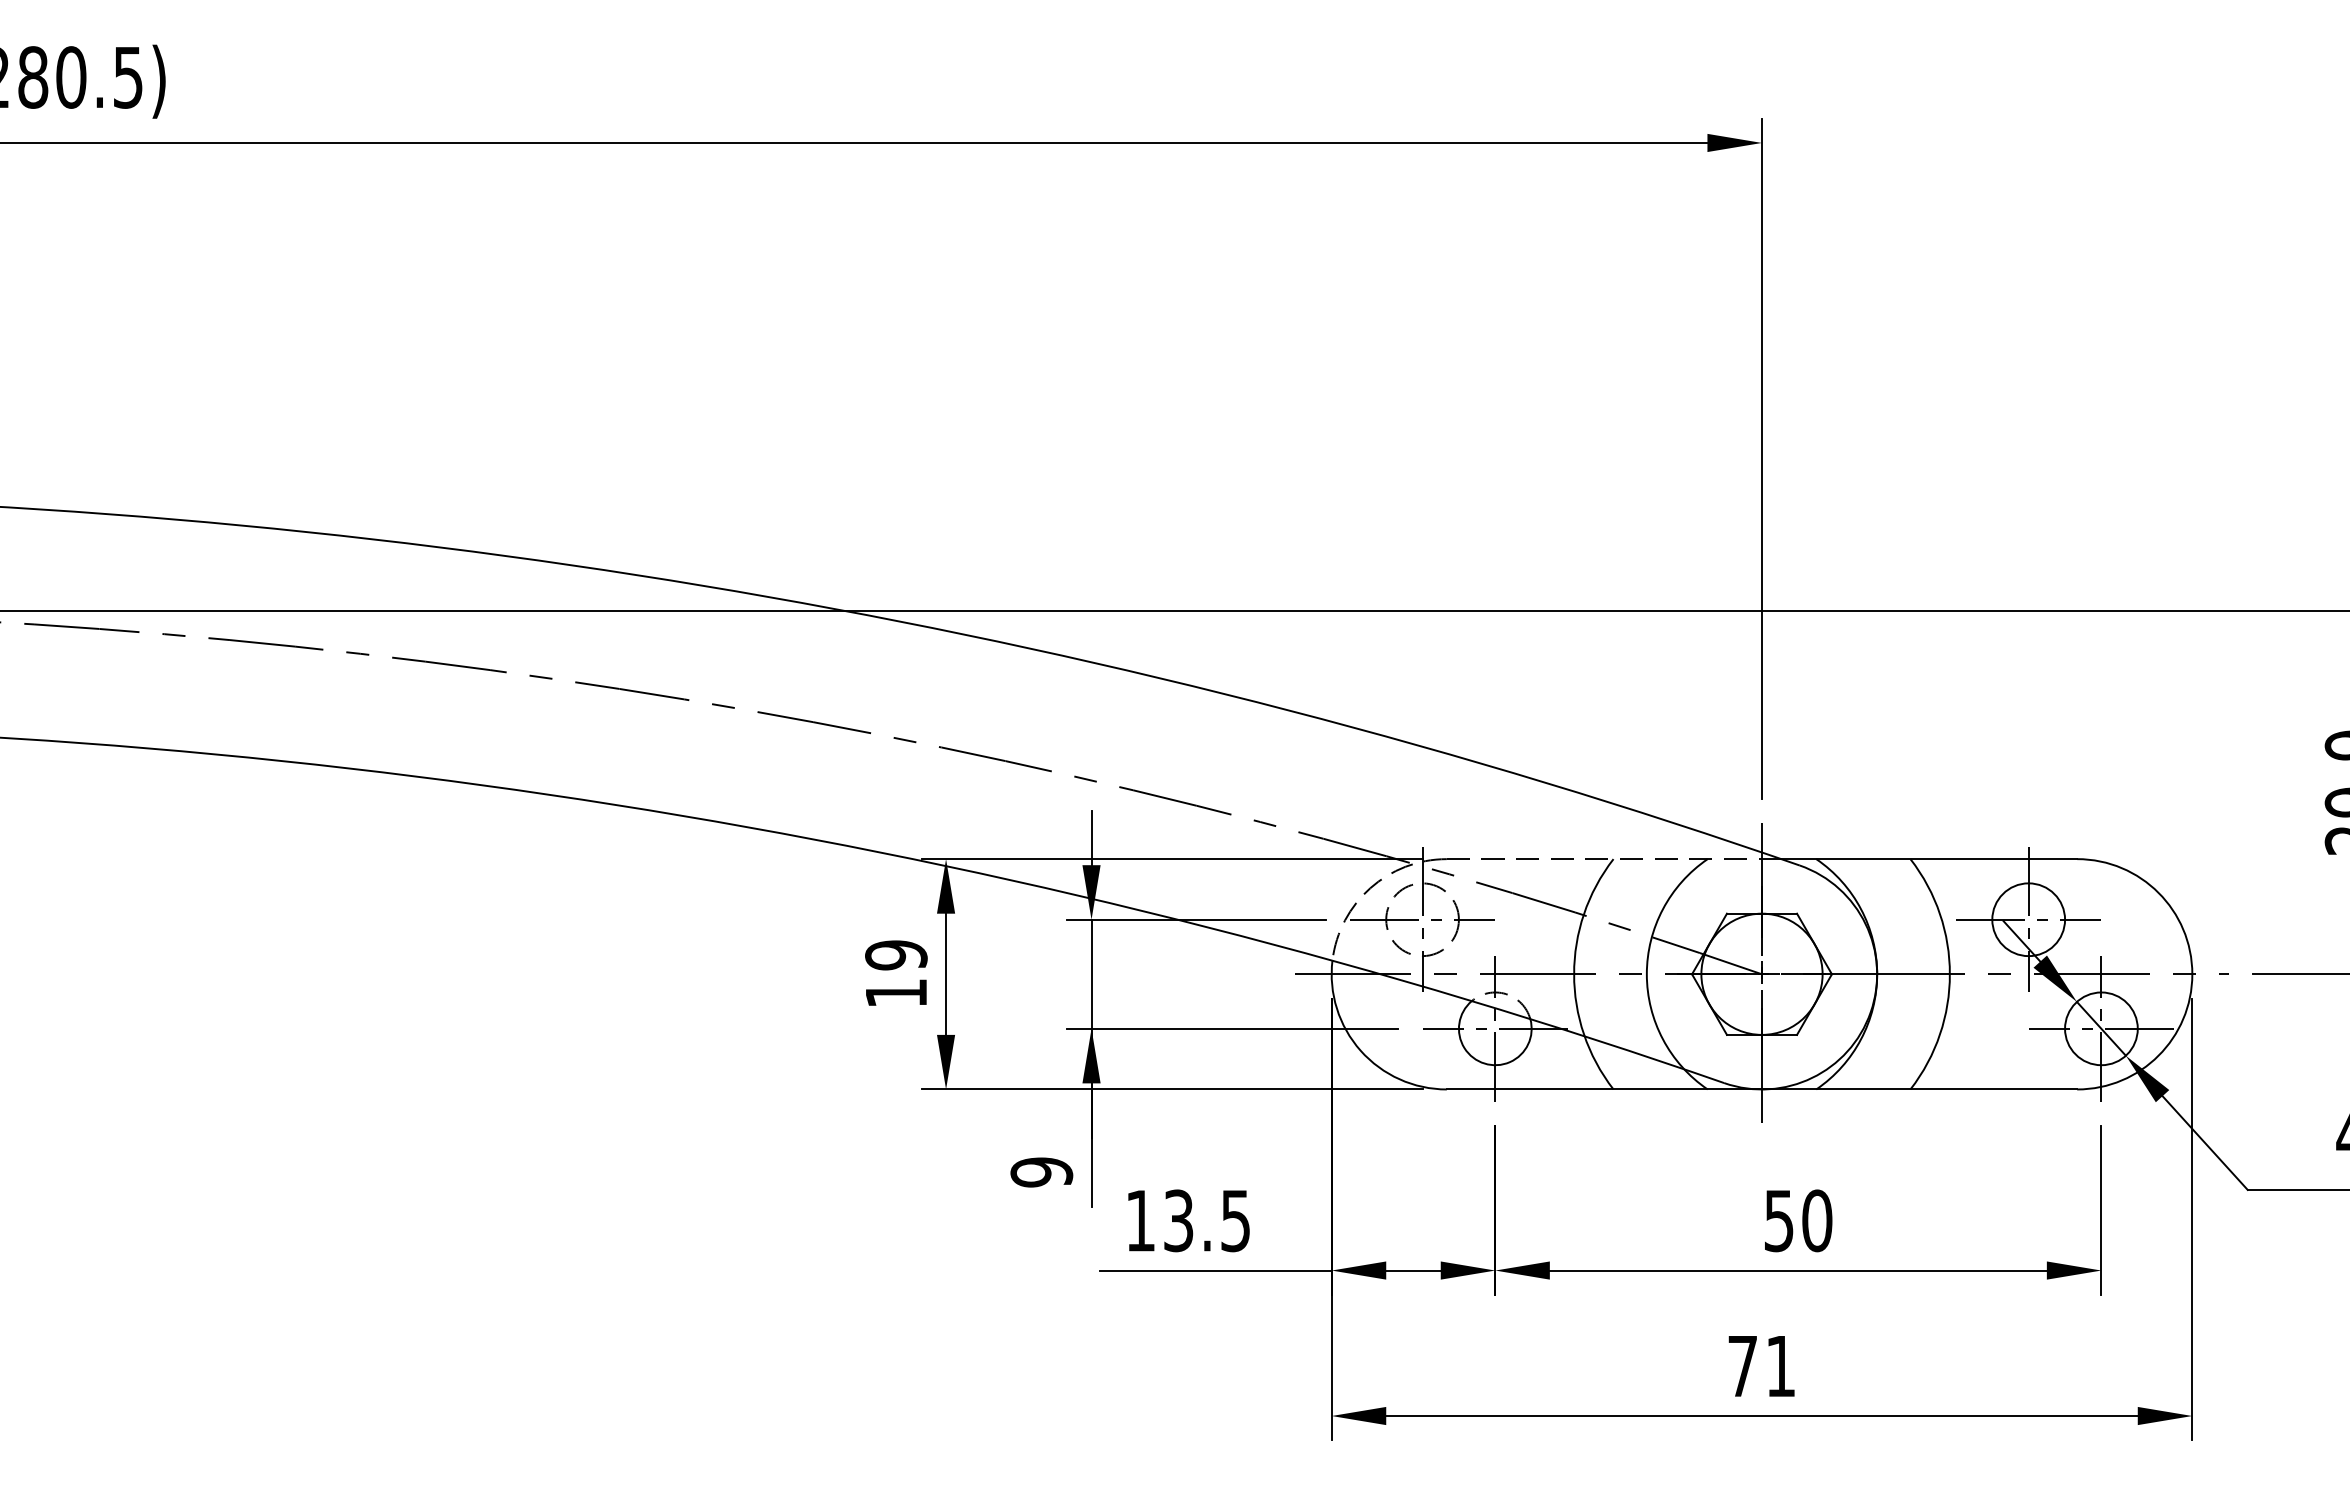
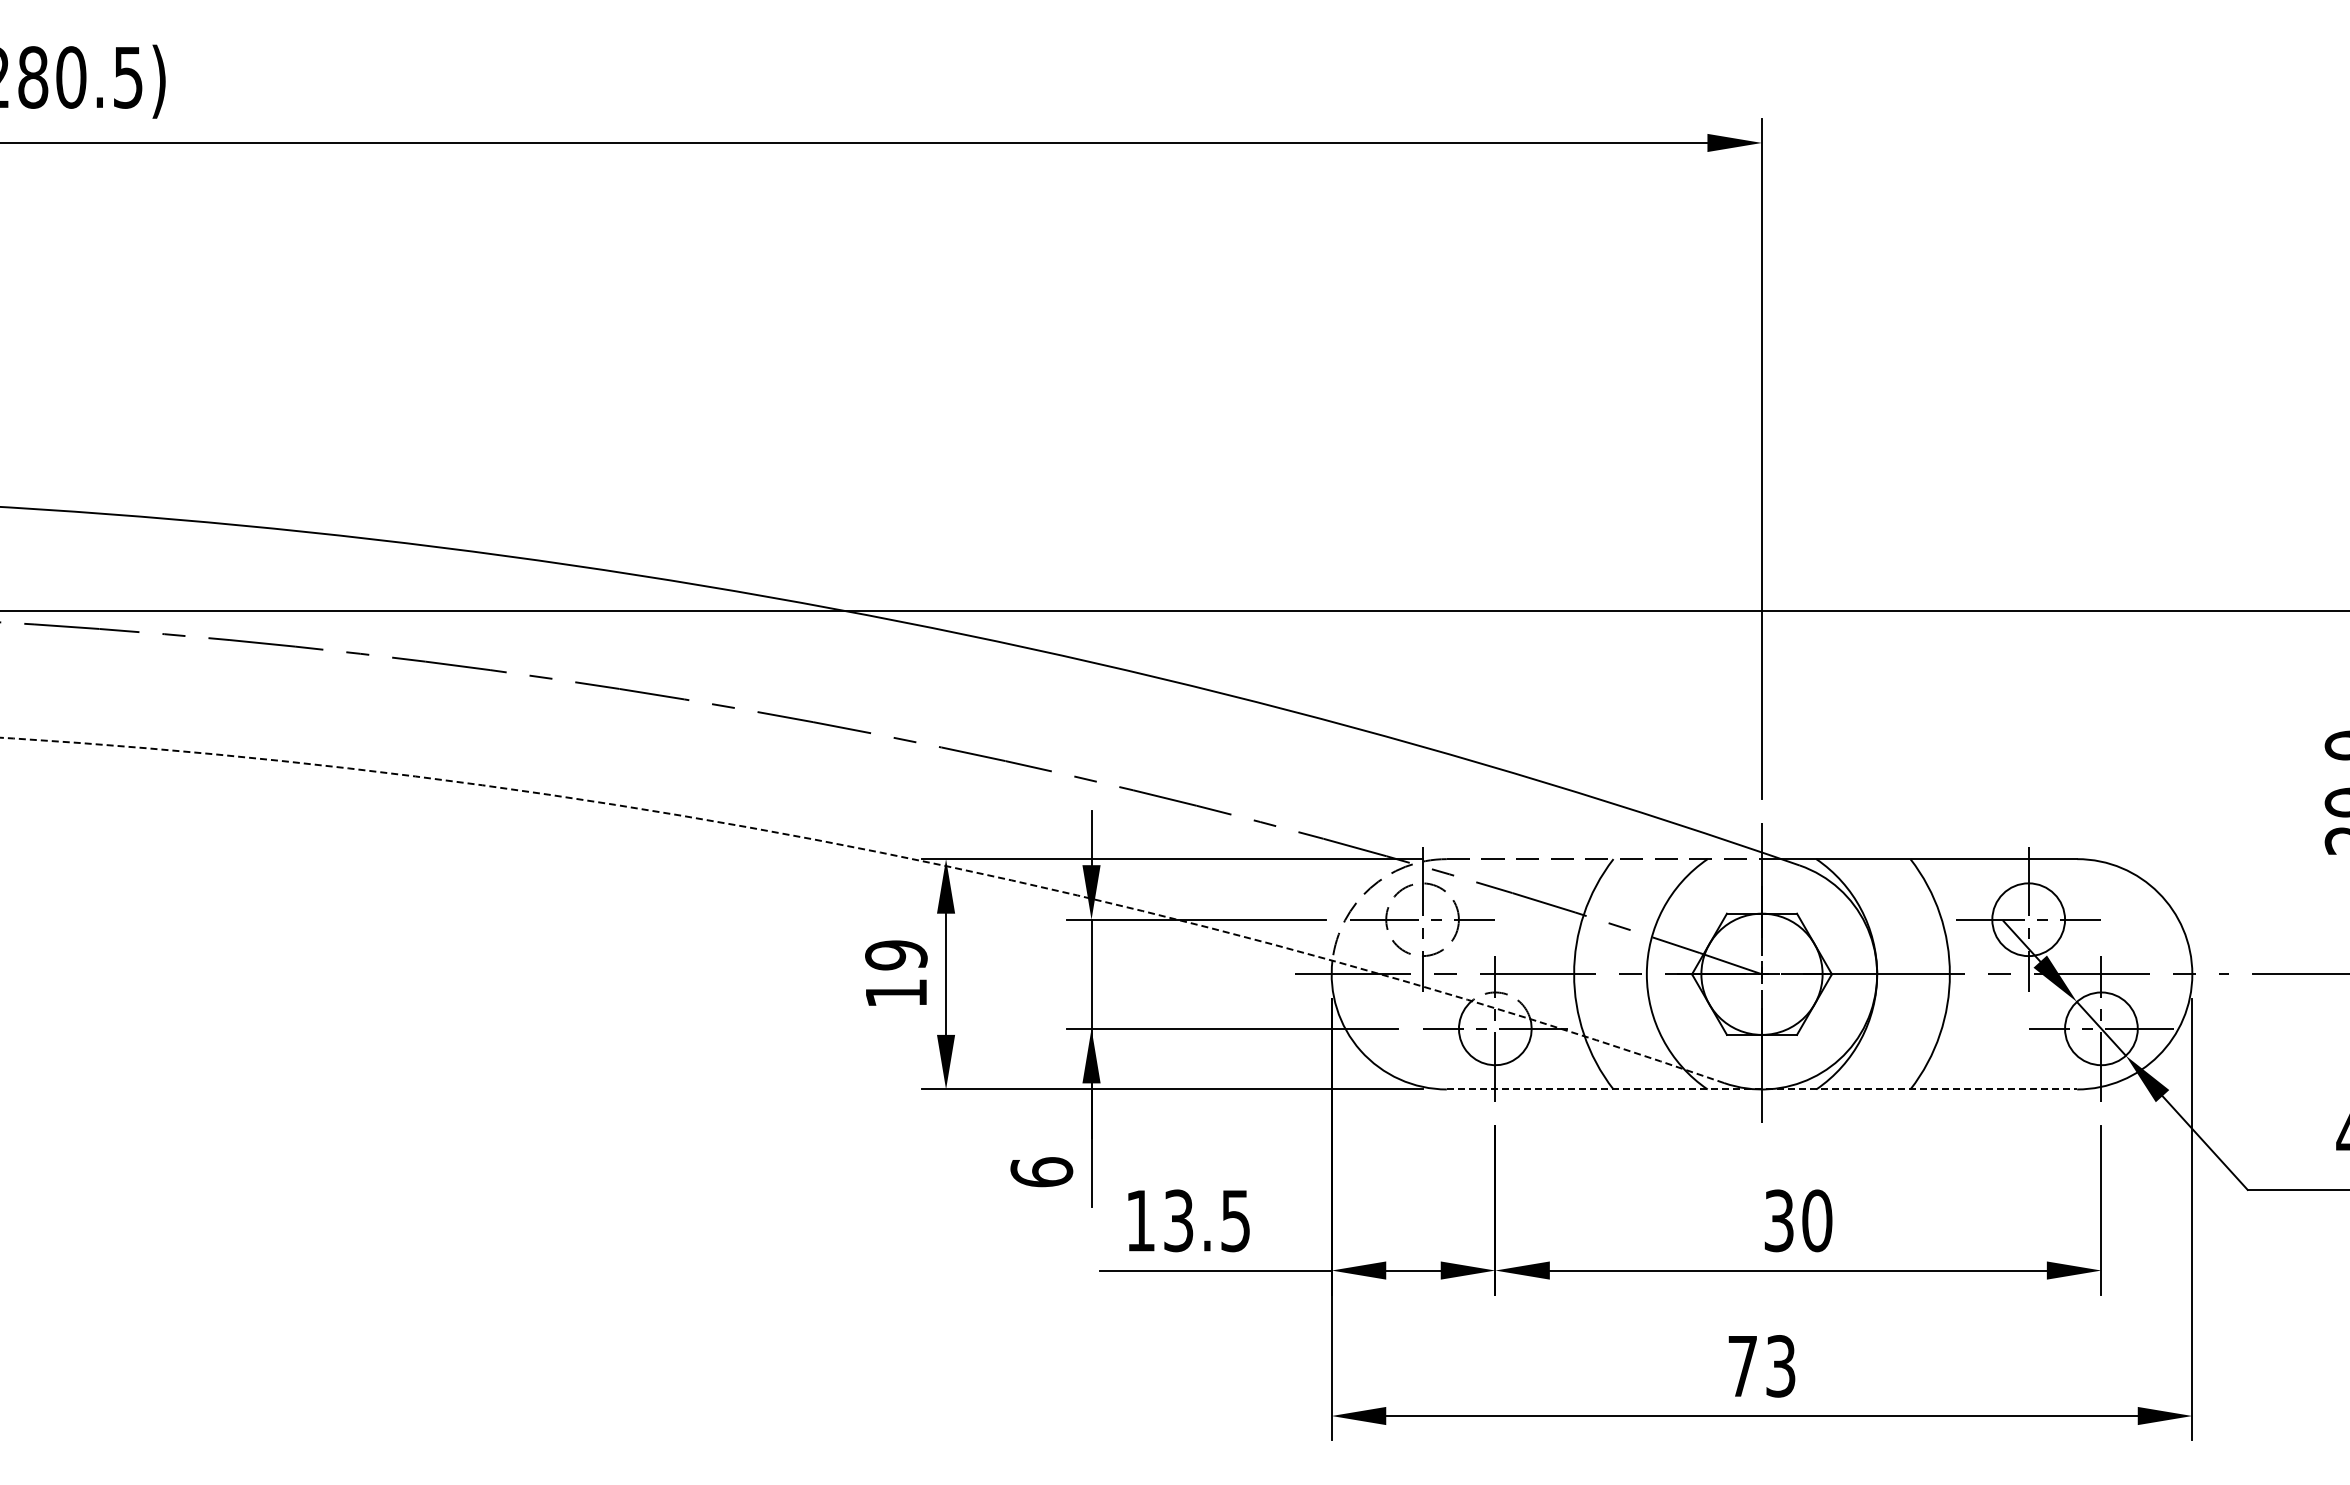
arc at (873, 851): solid -> dashed
line at (1762, 1089): solid -> dashed
text at (1041, 1172): 9 -> 6
text at (1779, 1220): 50 -> 30
text at (1780, 1366): 71 -> 73
